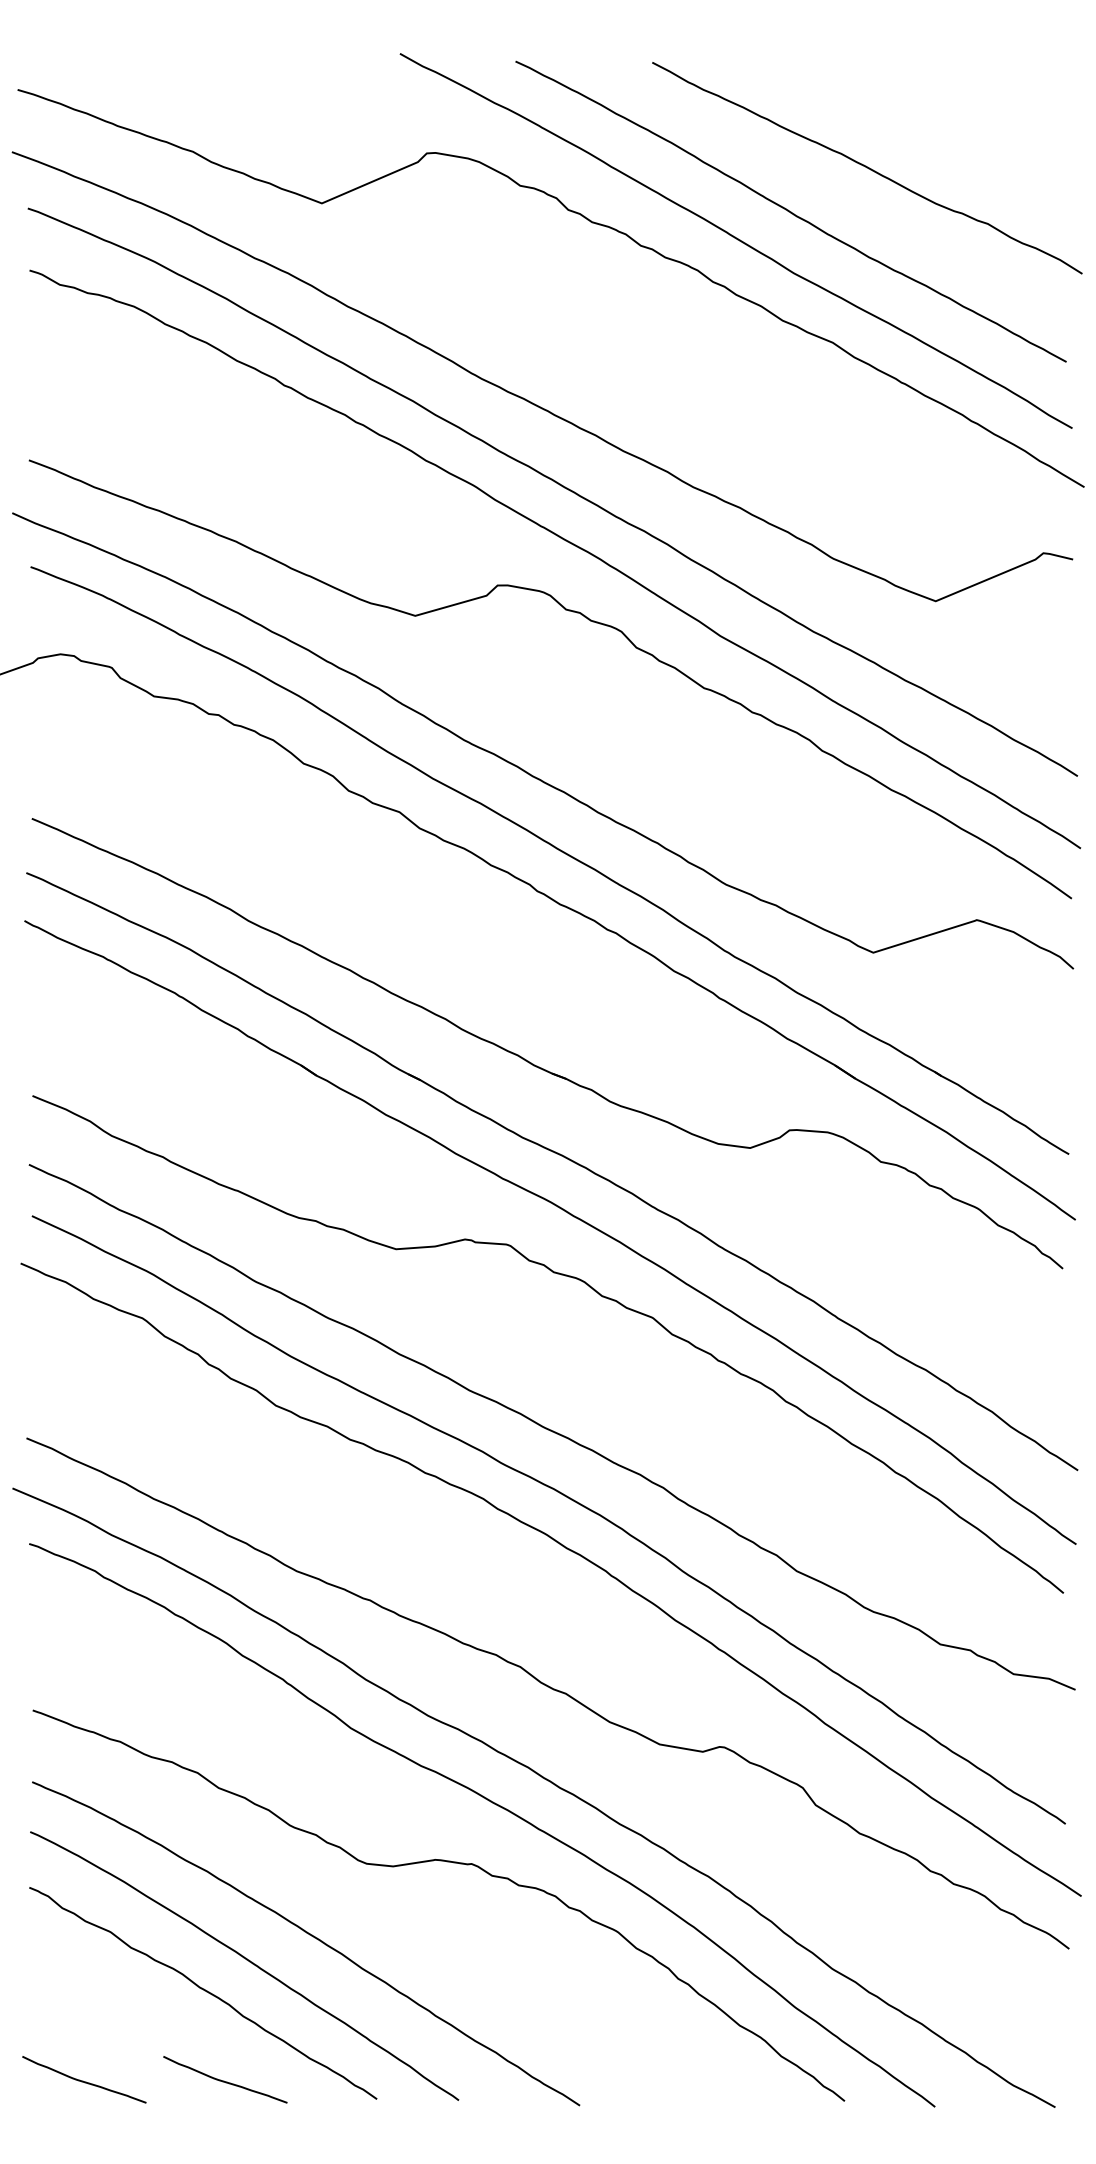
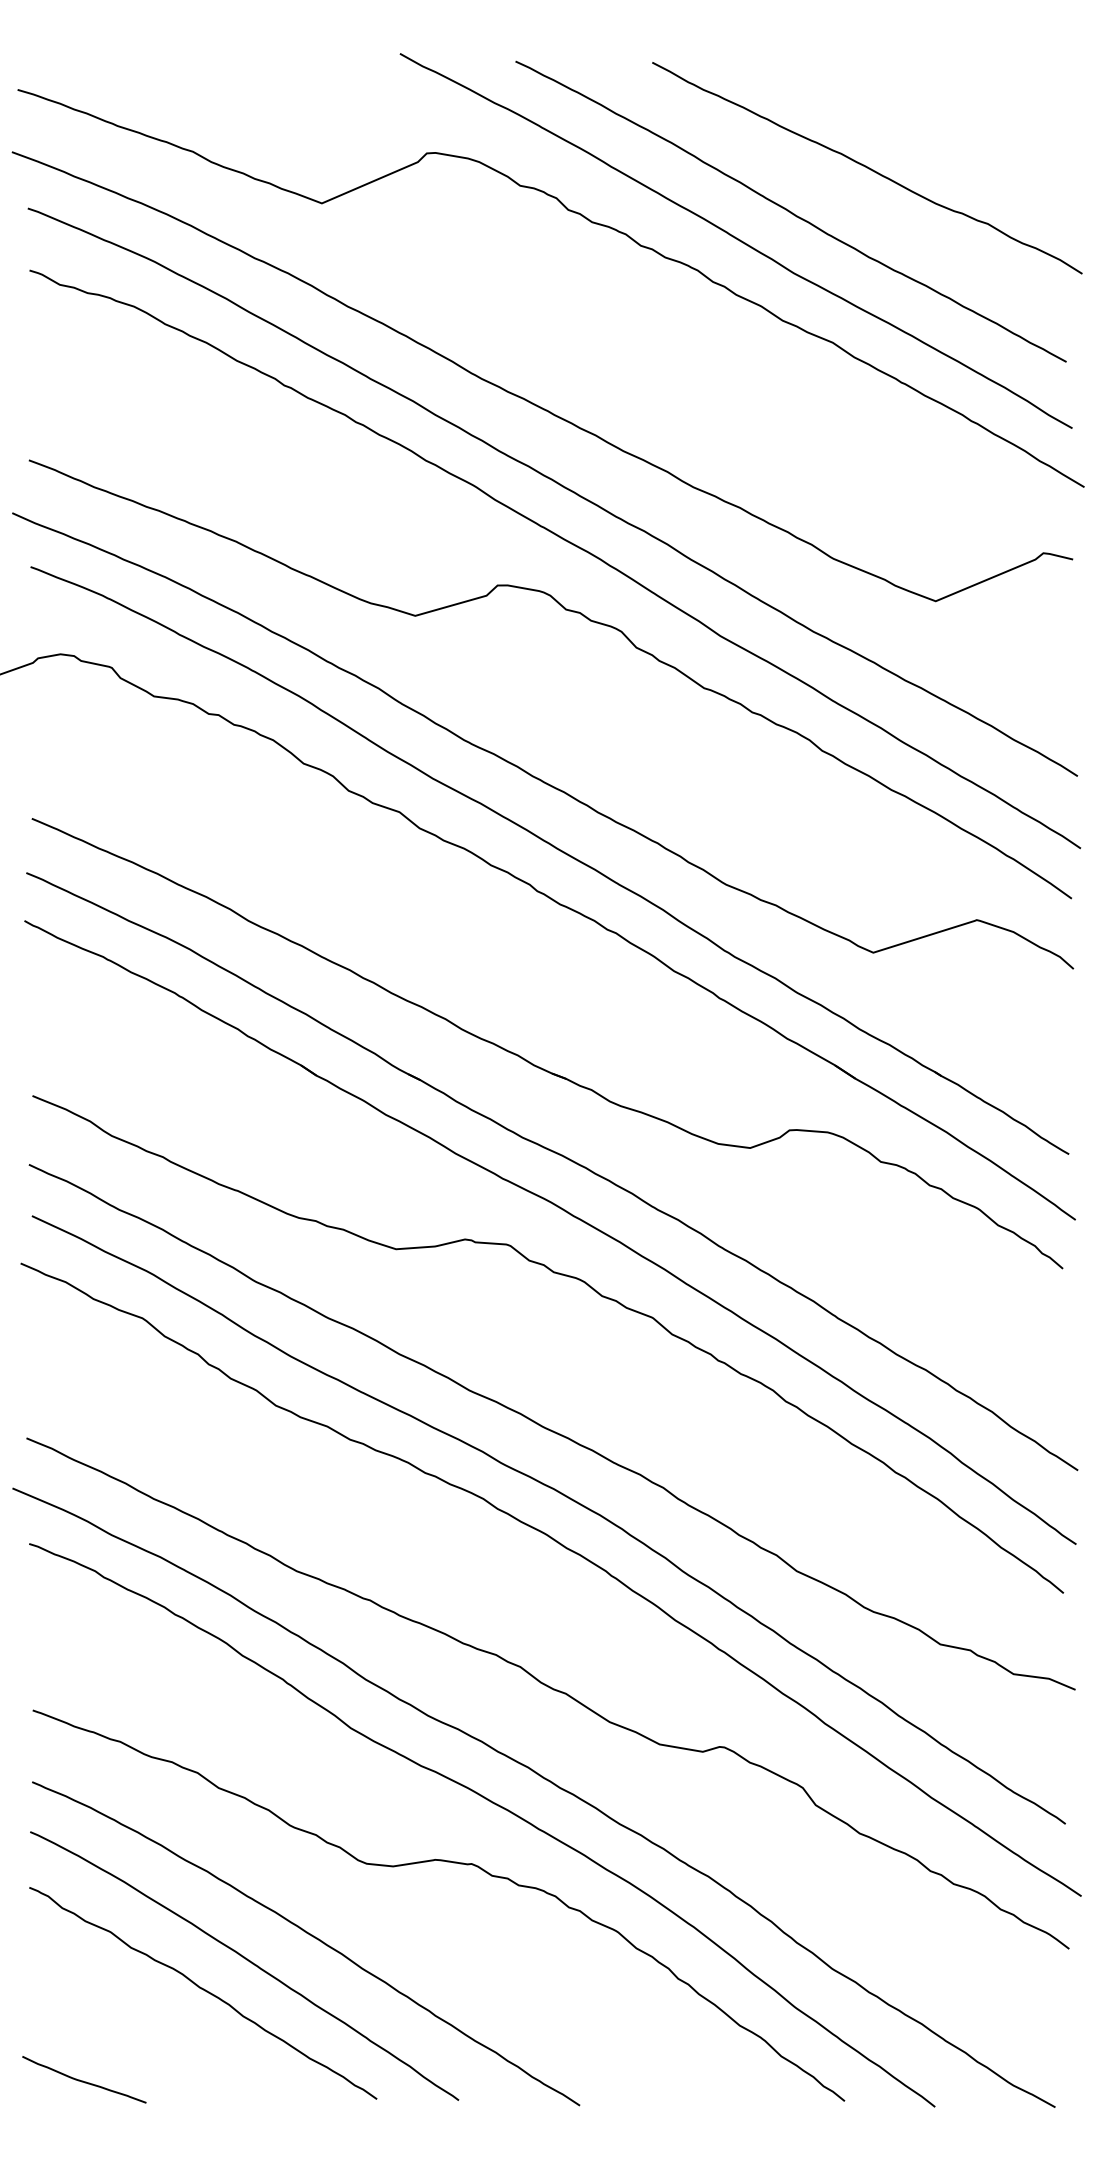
curve at (224, 2080): present -> none
